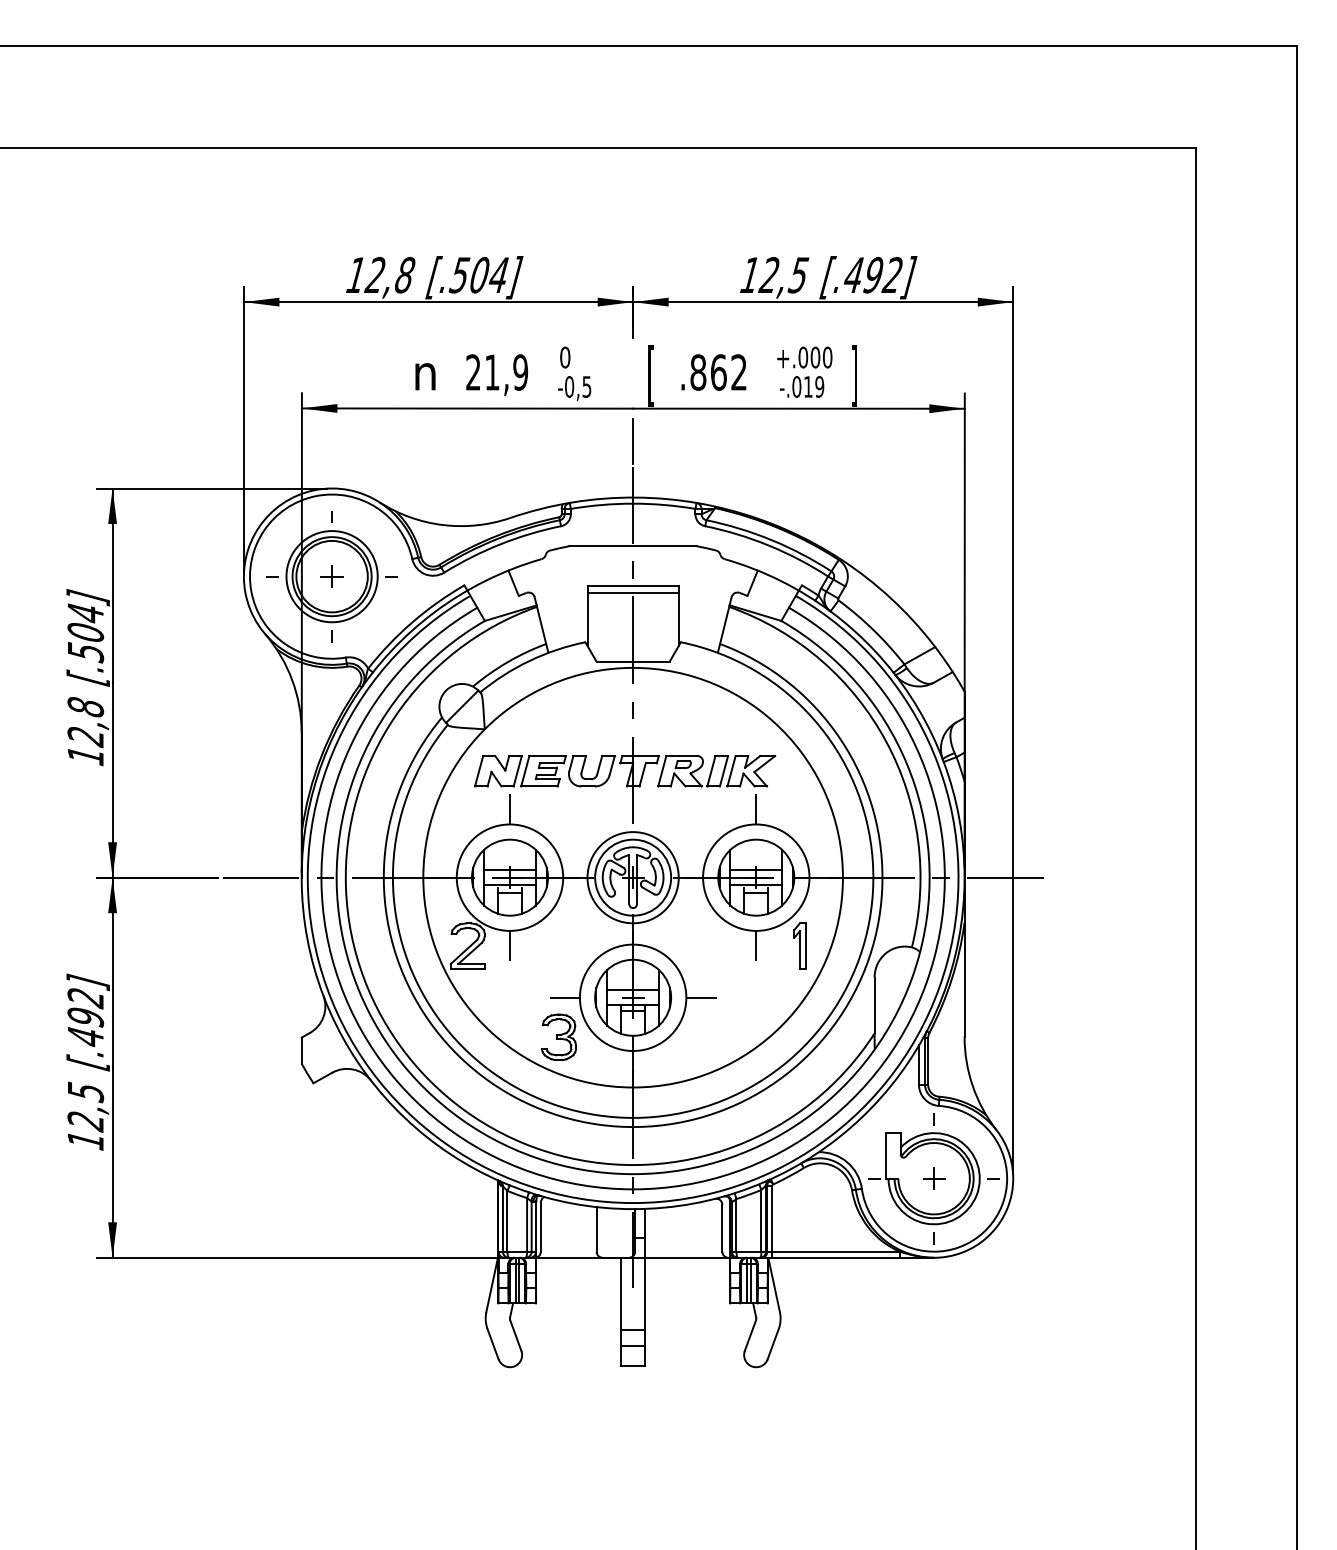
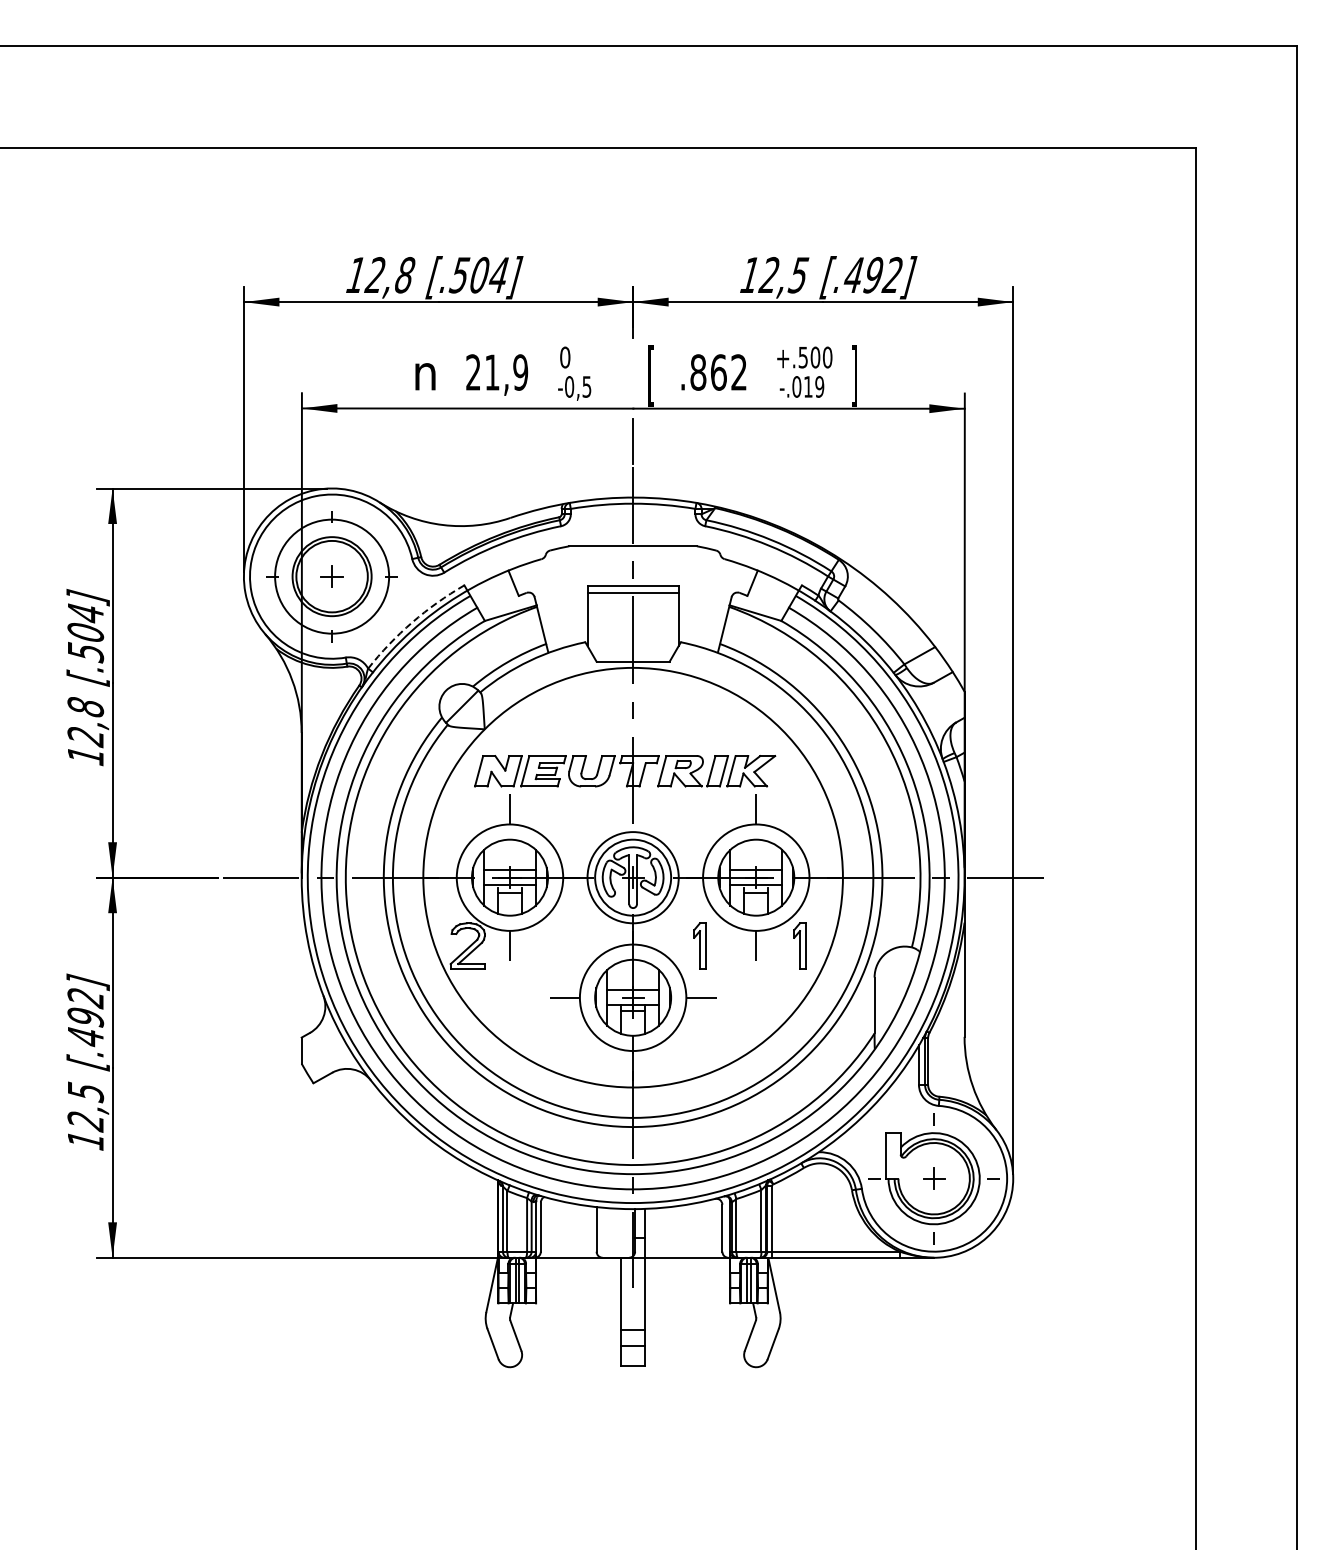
text at (803, 357): +.000 -> +.500
circle at (331, 576) diameter: 91 px -> 114 px
arc at (412, 622): solid -> dashed
part at (699, 945): none -> present
part at (559, 1037): present -> none
